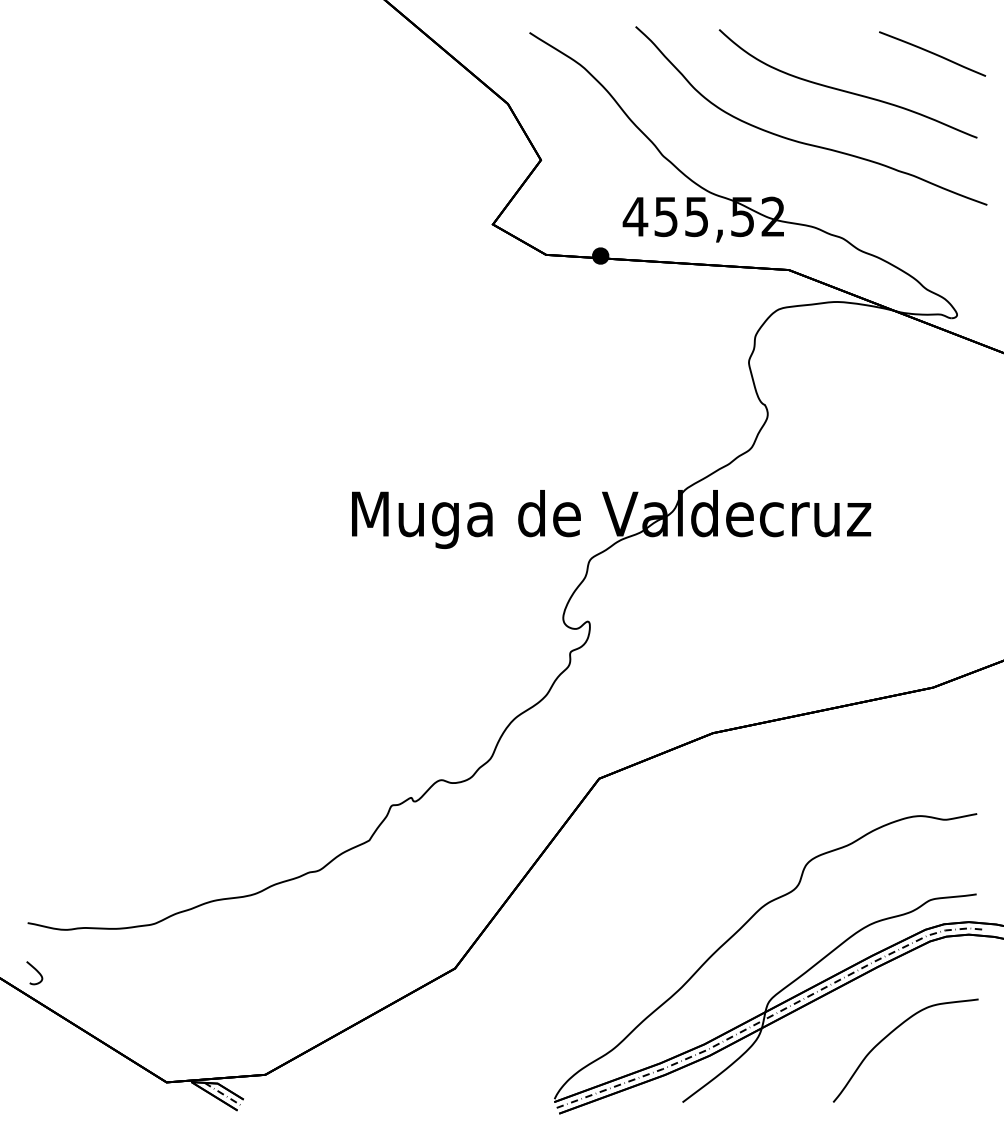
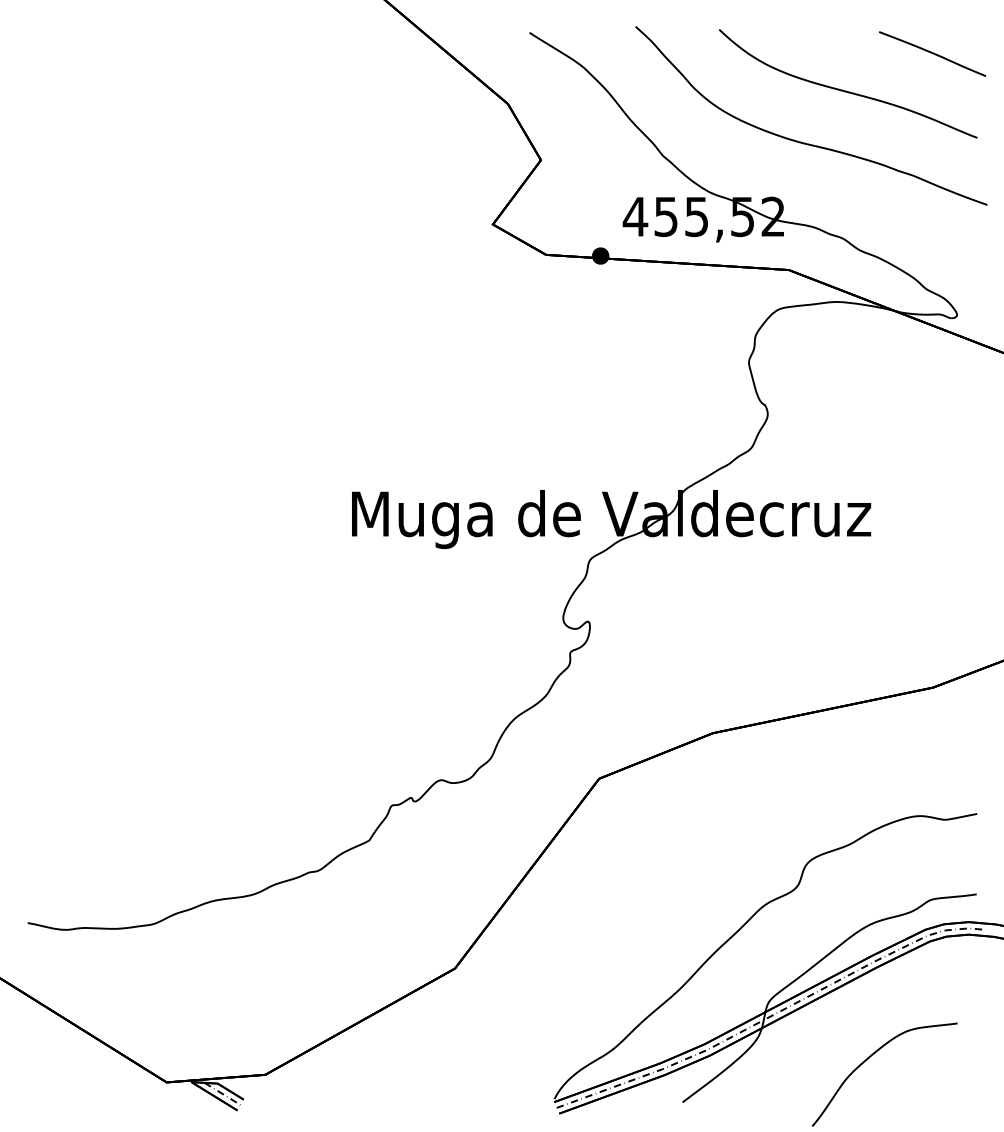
curve at (36, 971): present -> none
curve at (890, 1034) position: (890, 1034) -> (869, 1058)
